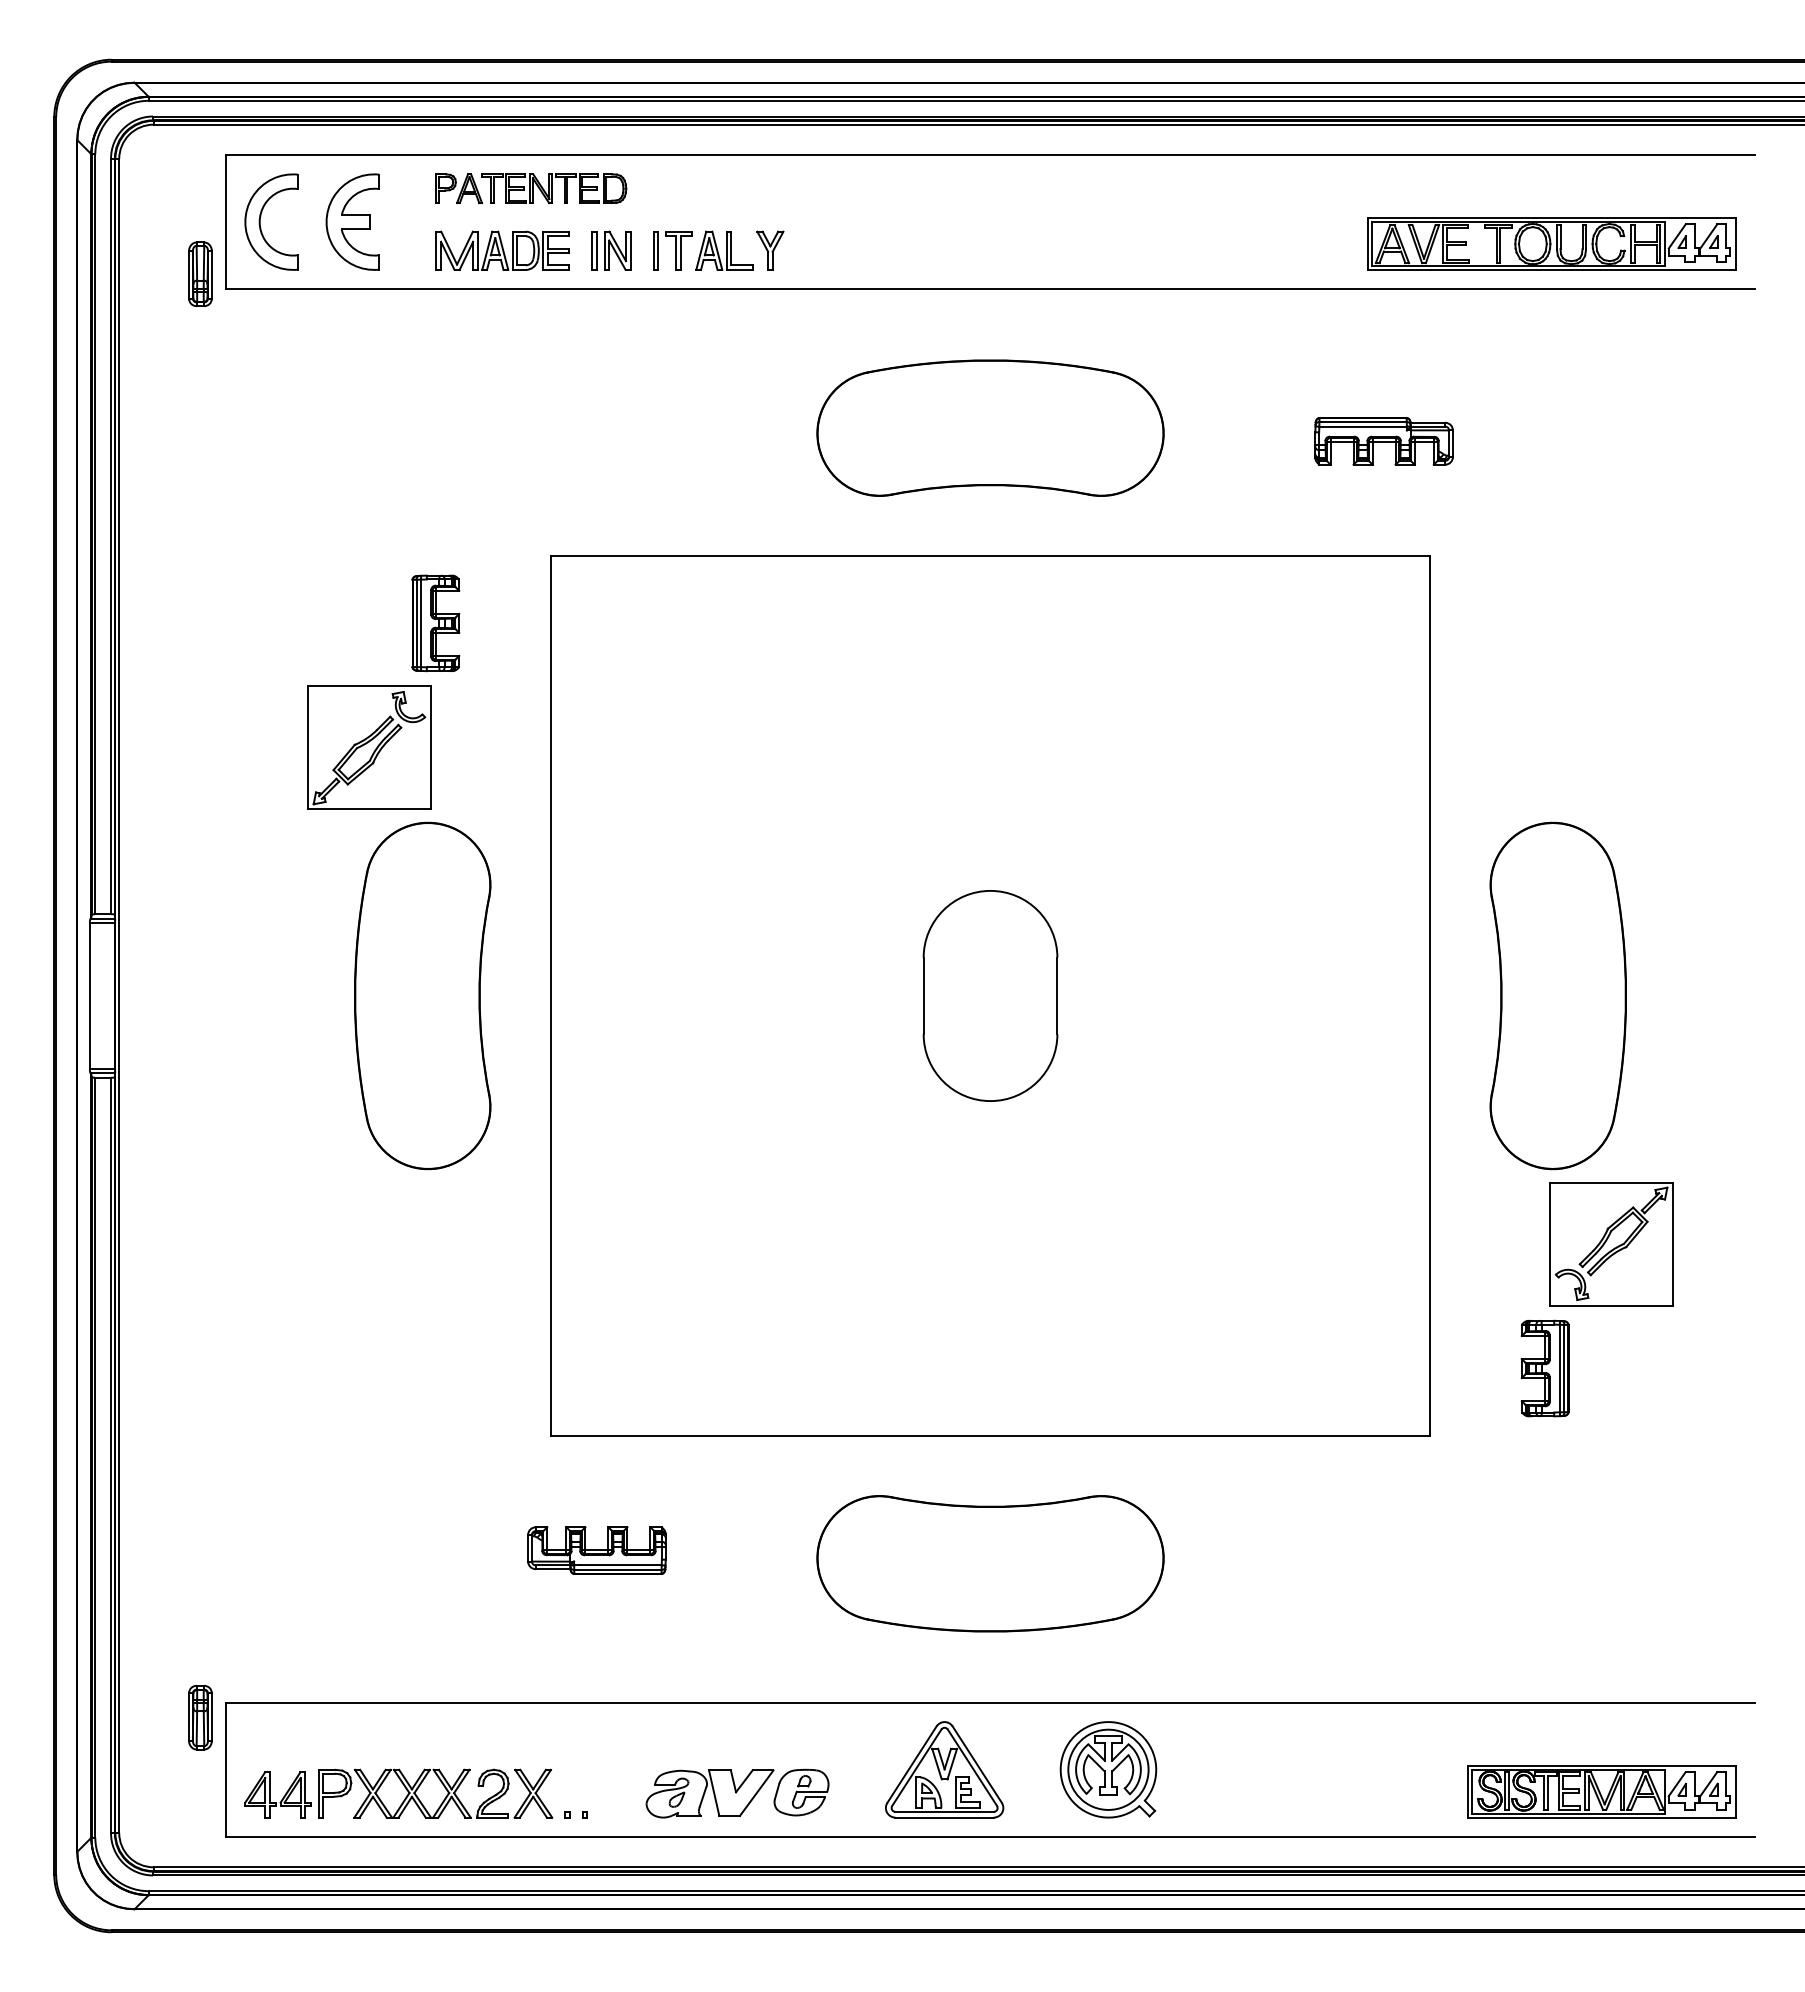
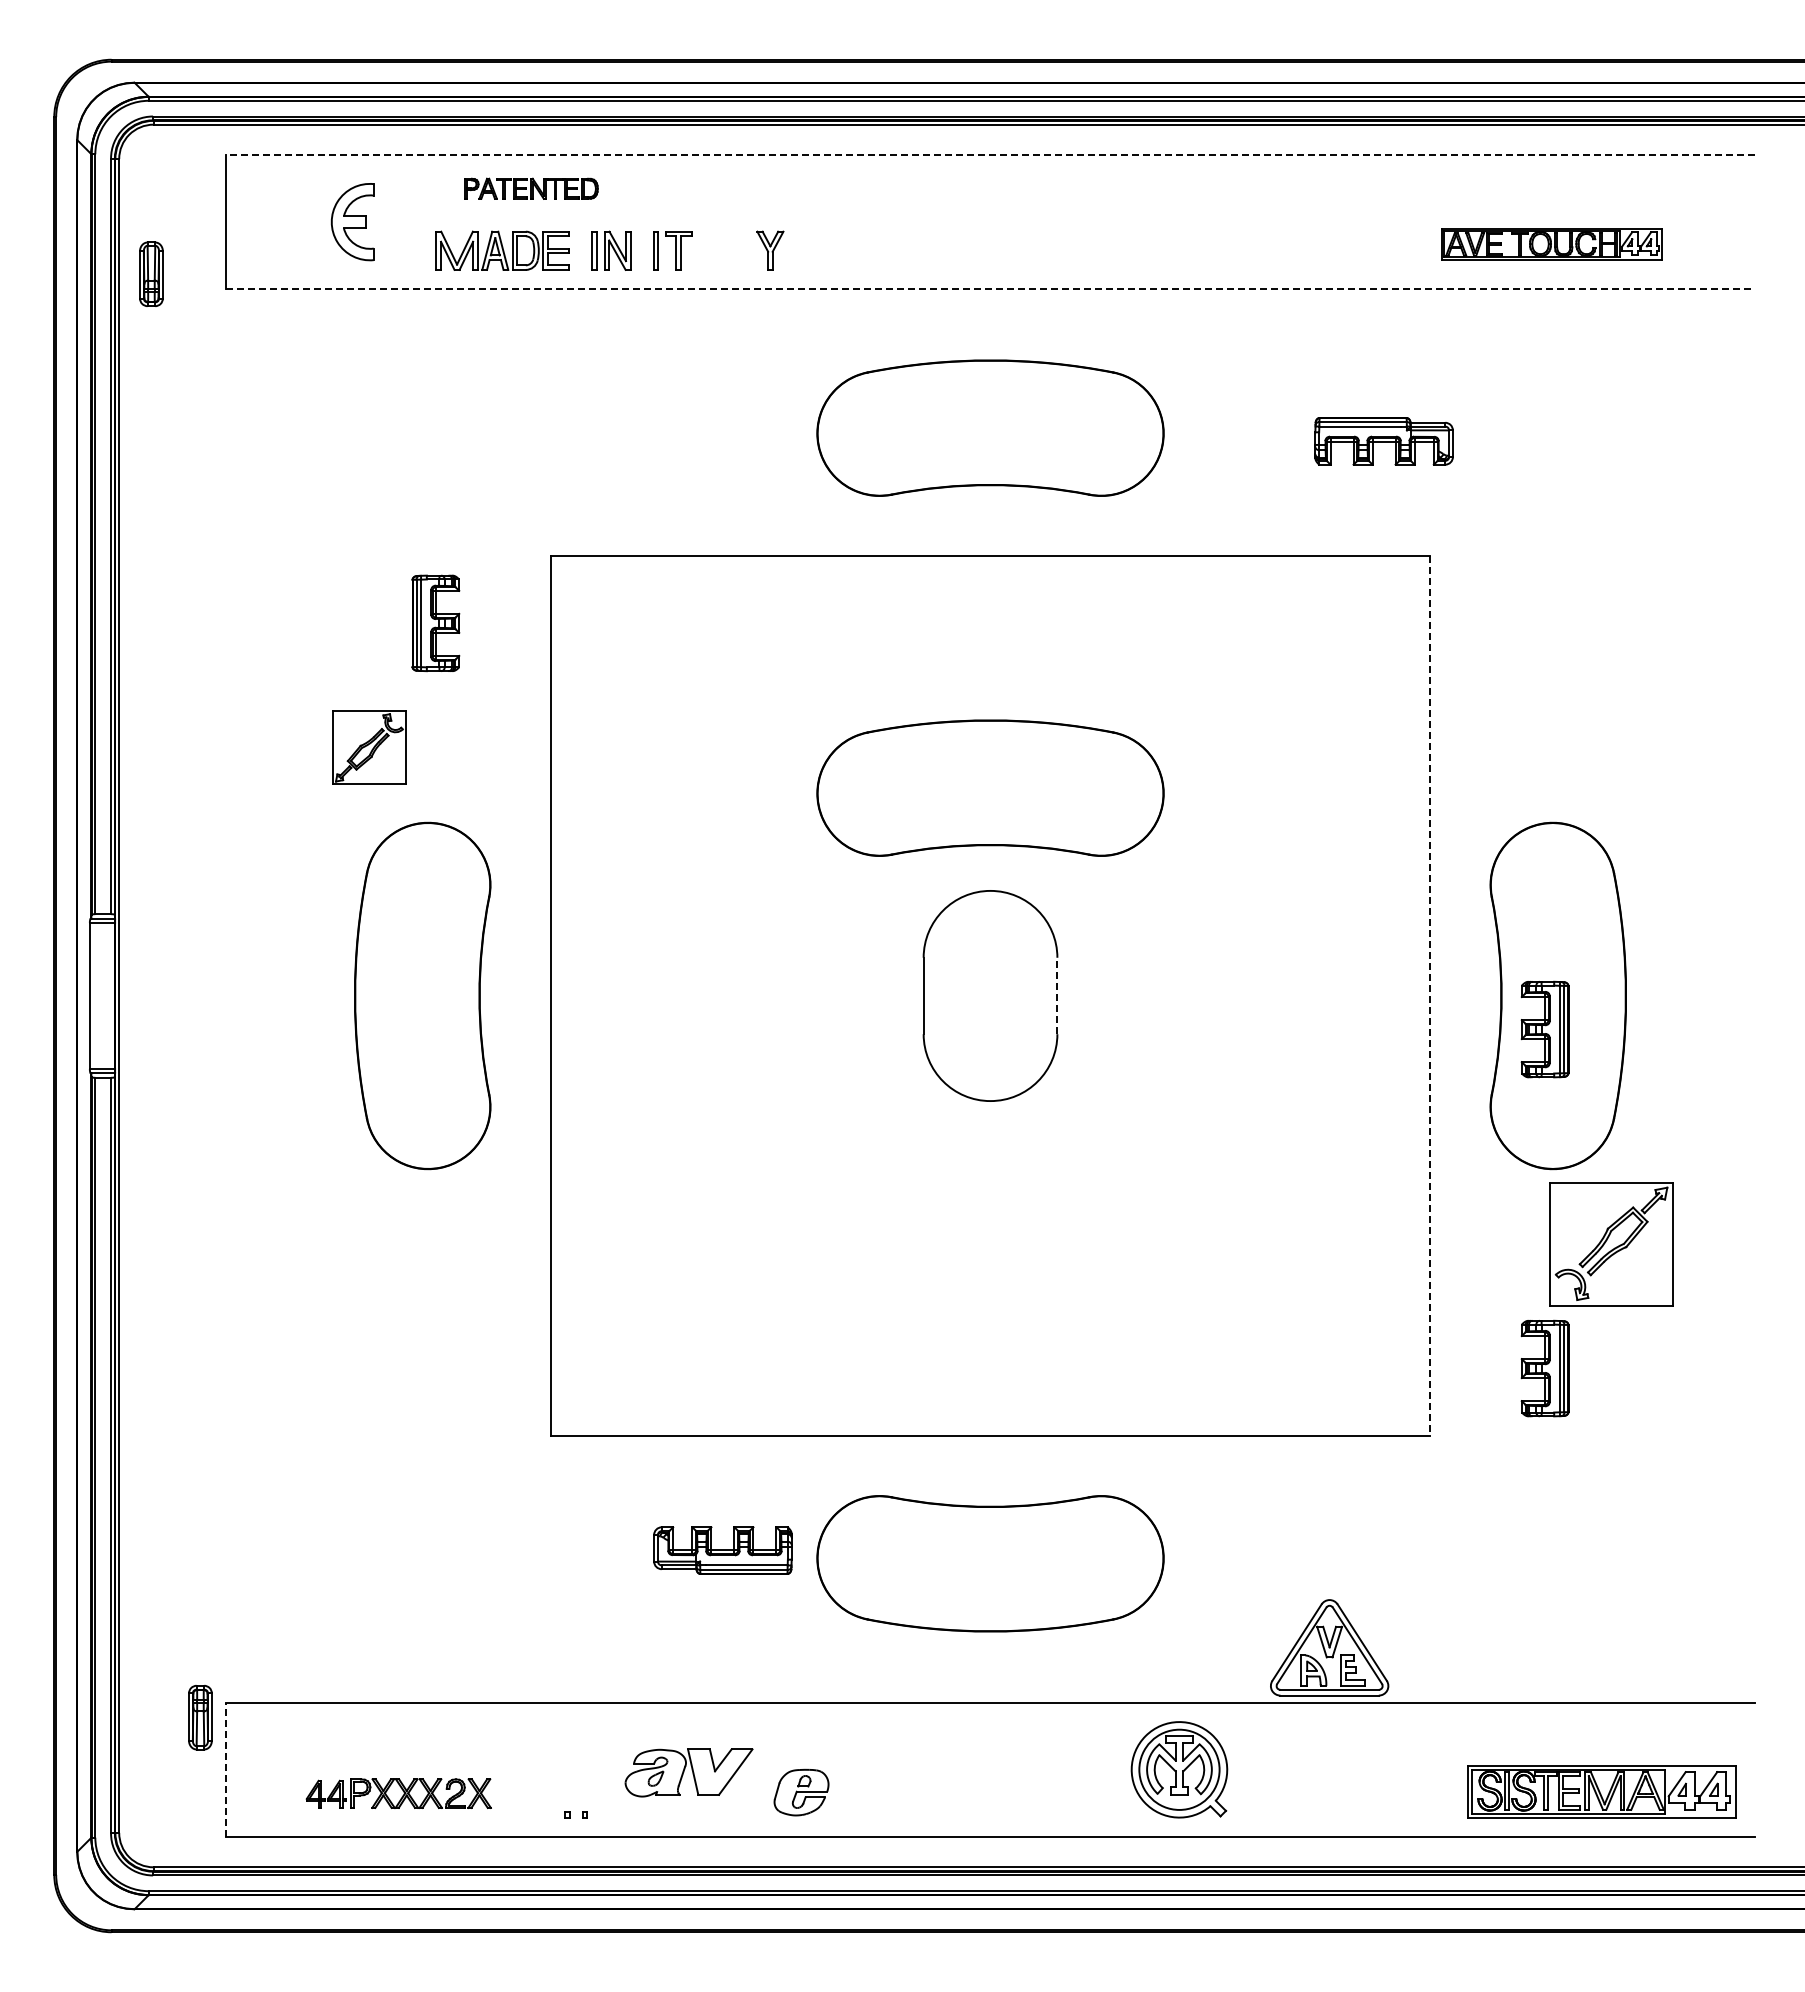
line at (990, 155): solid -> dashed
part at (531, 188) size: 193x32 px -> 135x23 px
part at (260, 221): present -> none
part at (352, 221) size: 55x98 px -> 45x79 px
part at (1551, 243) size: 370x54 px -> 222x33 px
part at (724, 250): present -> none
part at (200, 273) position: (200, 273) -> (151, 273)
line at (991, 289): solid -> dashed
part at (369, 747) size: 125x125 px -> 75x75 px
part at (990, 787): none -> present
line at (1057, 995): solid -> dashed
line at (1430, 995): solid -> dashed
part at (1544, 1029): none -> present
part at (596, 1550) position: (596, 1550) -> (722, 1550)
line at (226, 1769): solid -> dashed
part at (944, 1769) position: (944, 1769) -> (1329, 1647)
part at (1108, 1769) position: (1108, 1769) -> (1179, 1769)
part at (398, 1793) size: 310x51 px -> 187x31 px
part at (709, 1793) position: (709, 1793) -> (688, 1772)
